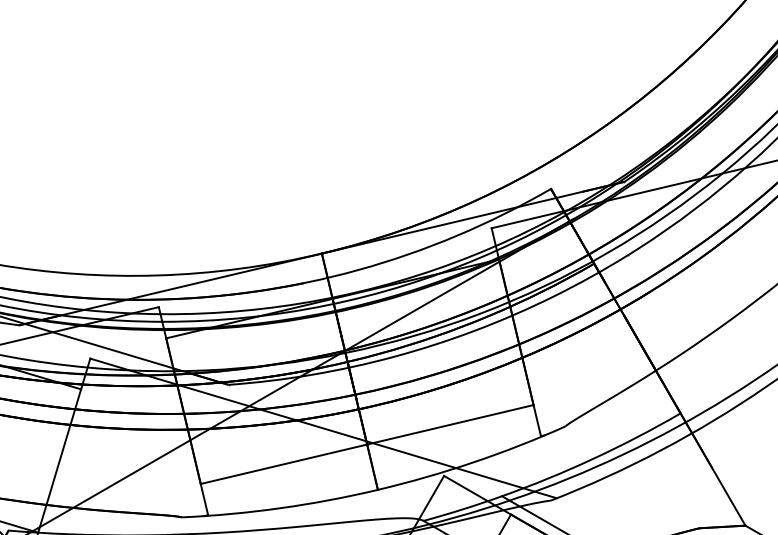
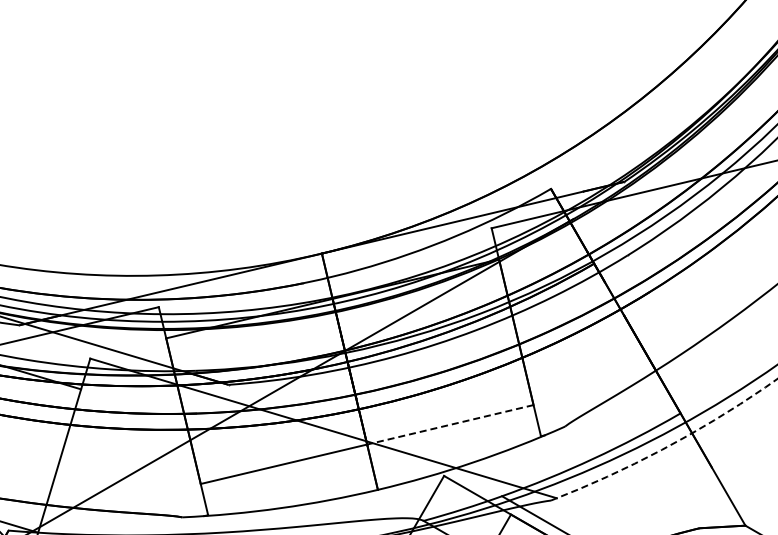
line at (450, 424): solid -> dashed
arc at (668, 446): solid -> dashed
